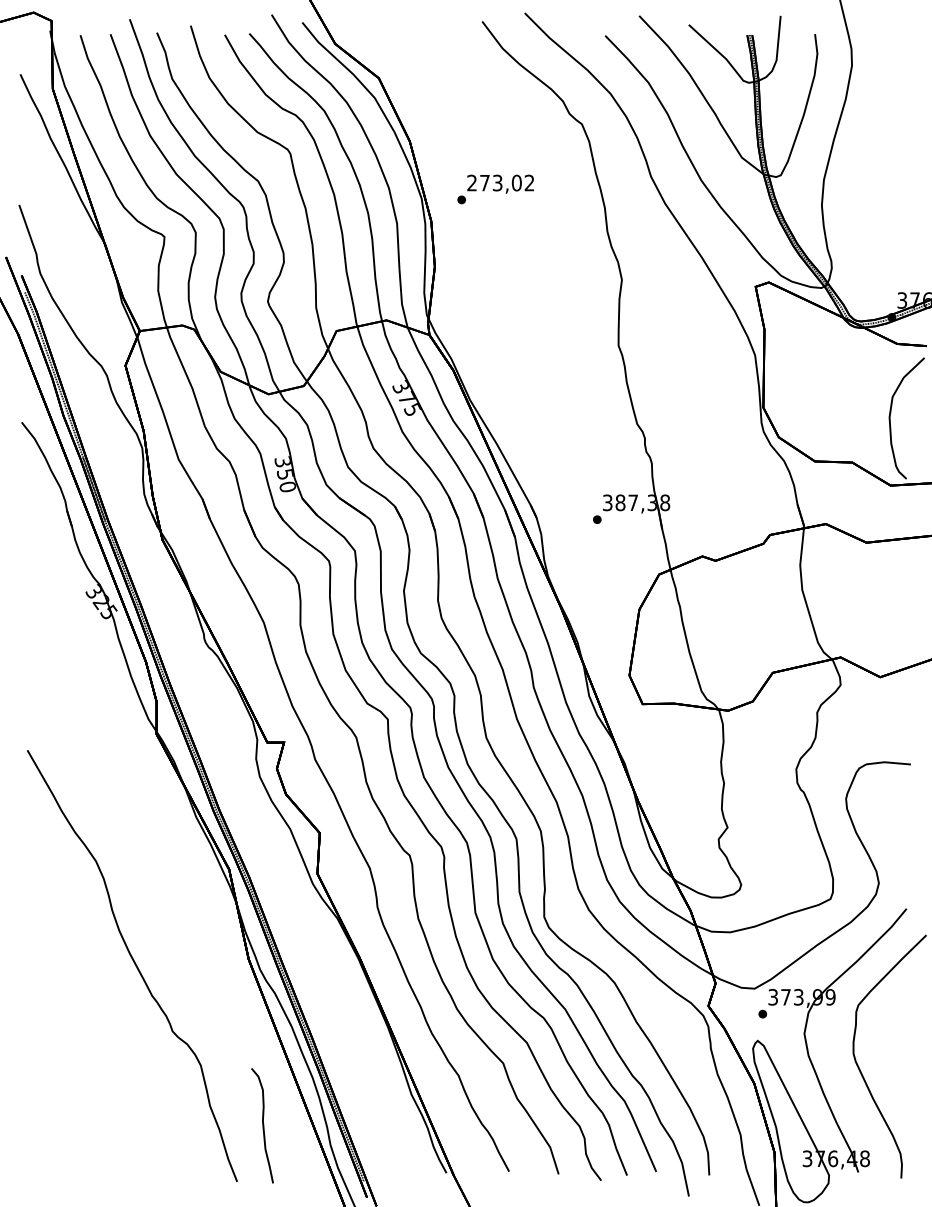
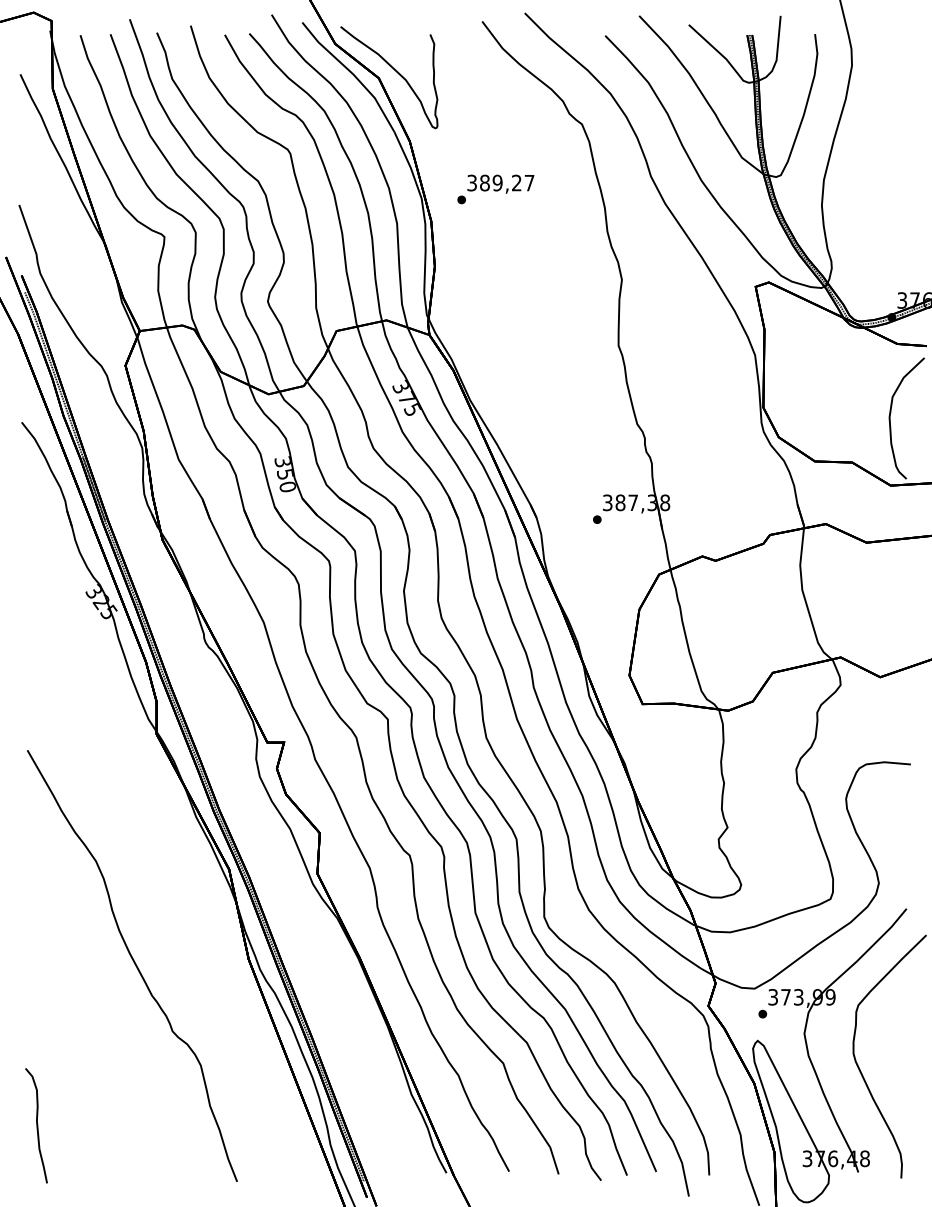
part at (395, 71): none -> present
text at (500, 182): 273,02 -> 389,27
part at (262, 1125) position: (262, 1125) -> (36, 1125)
